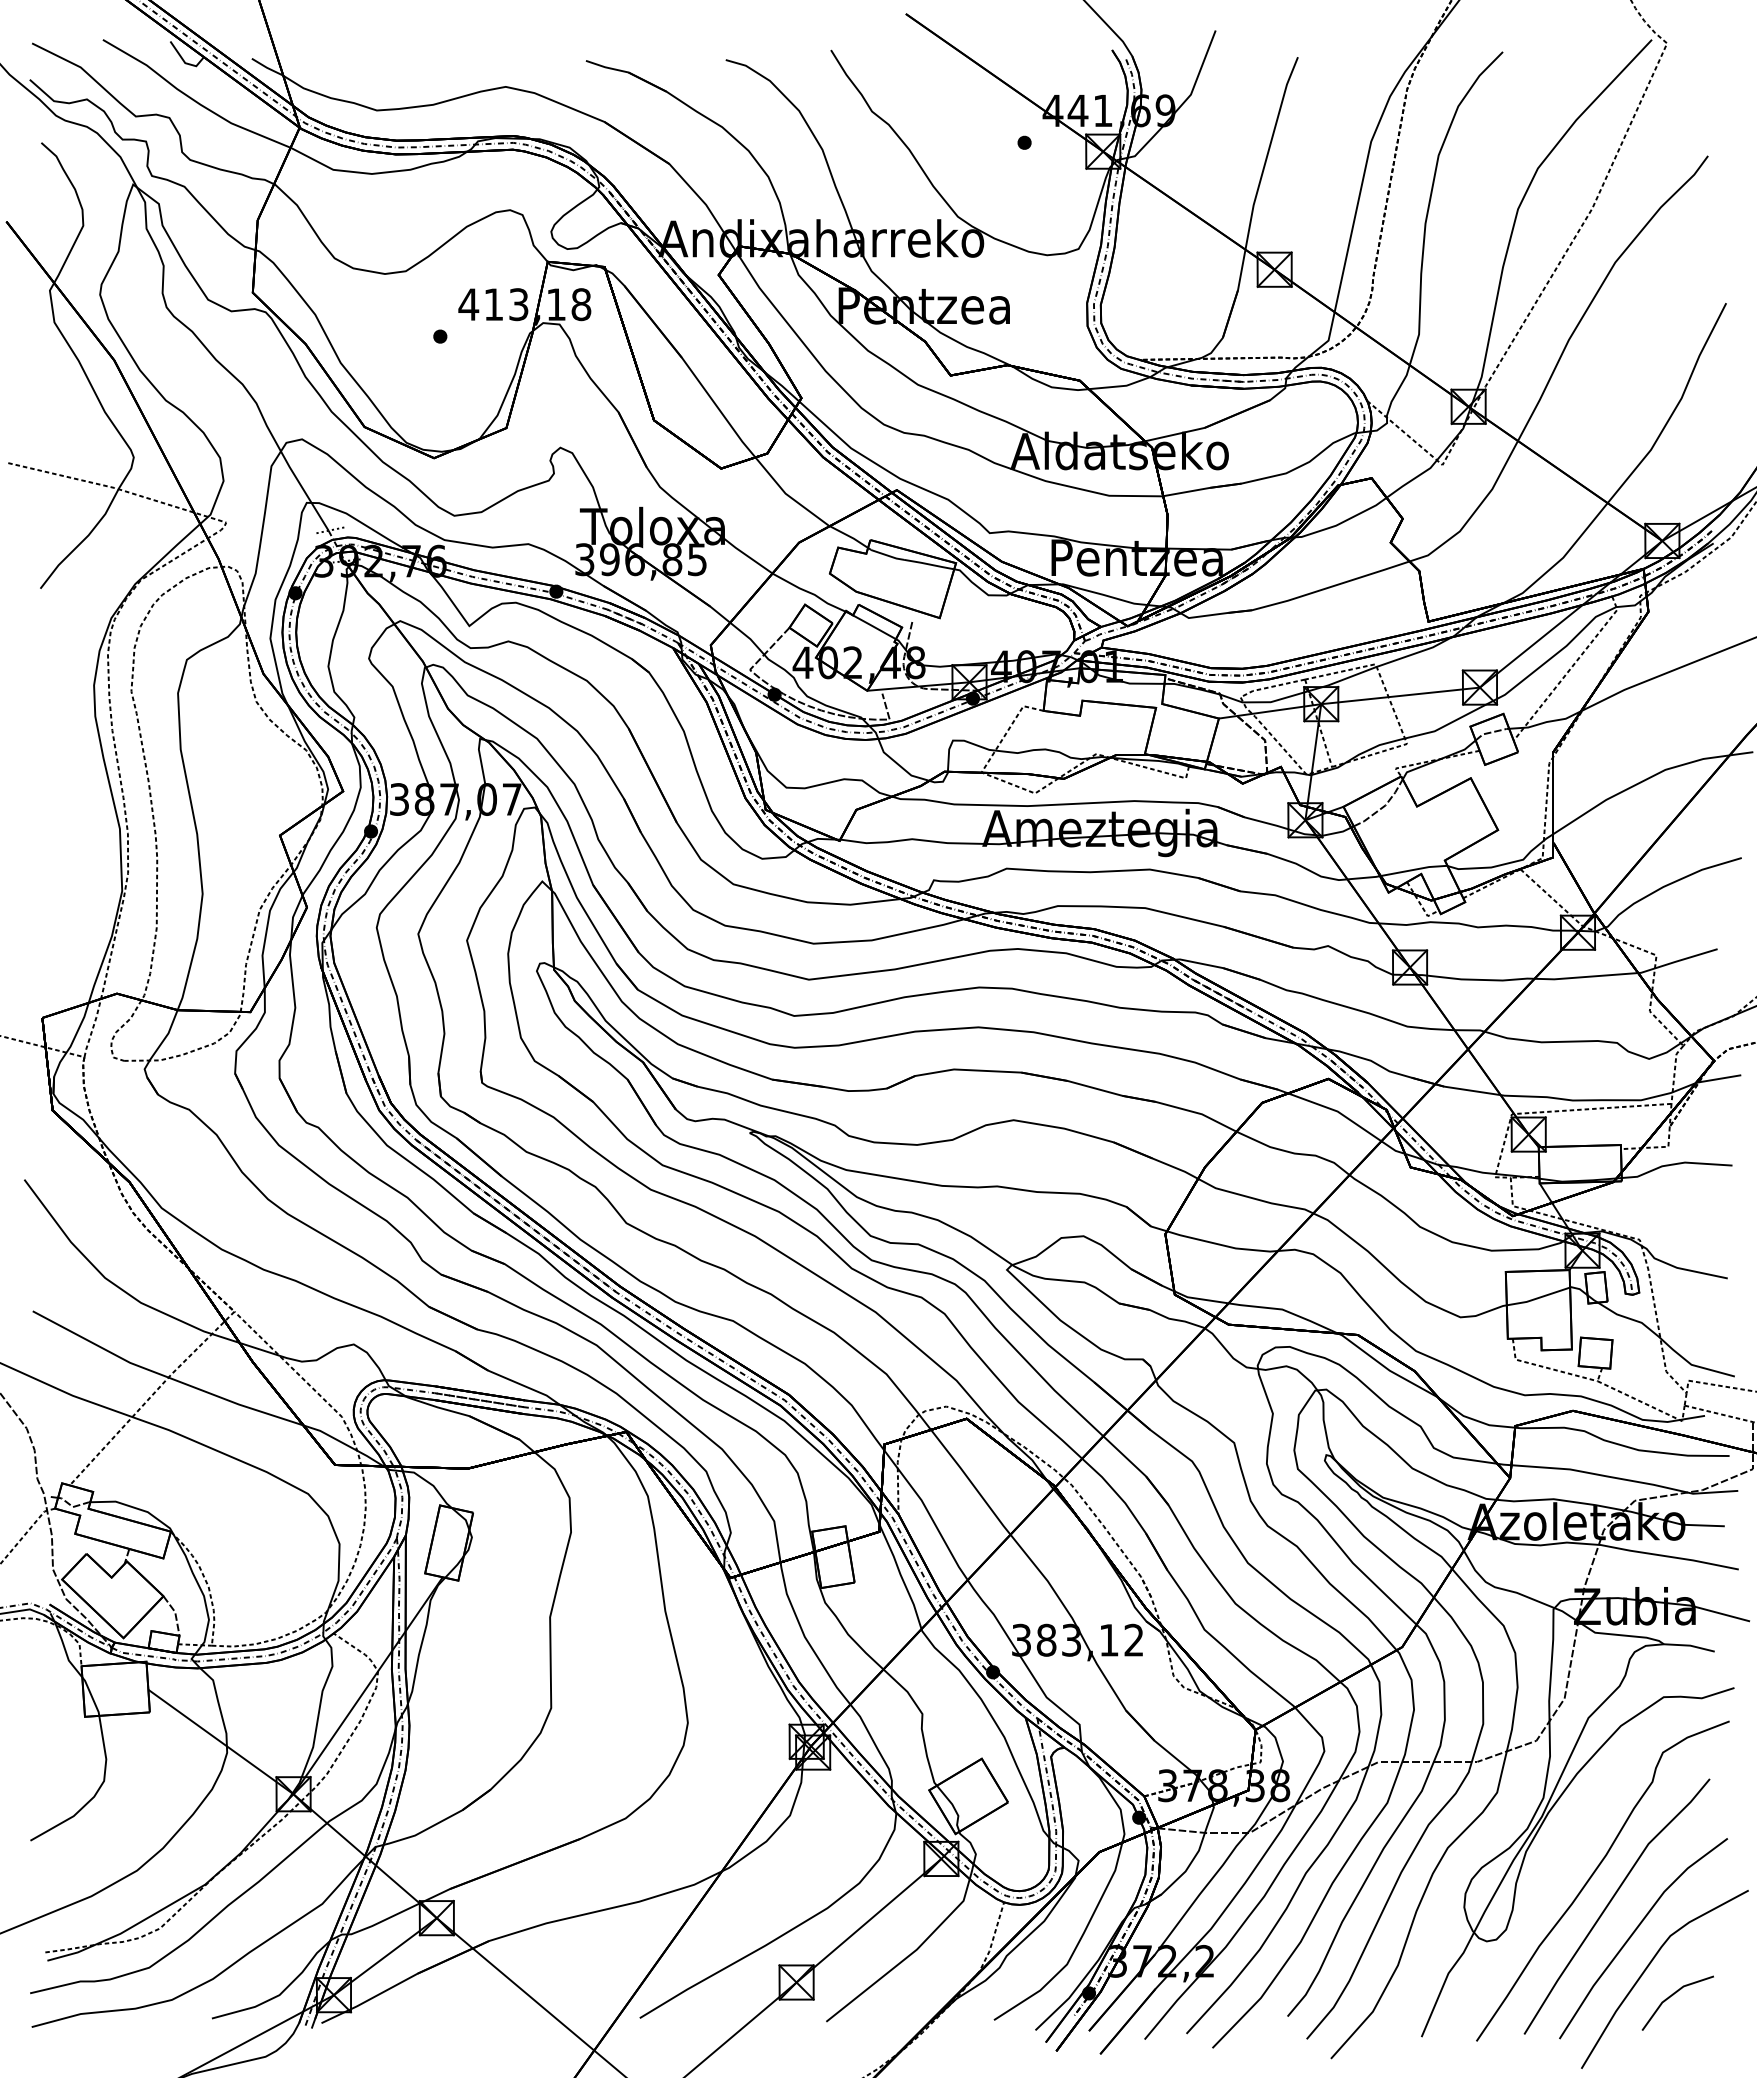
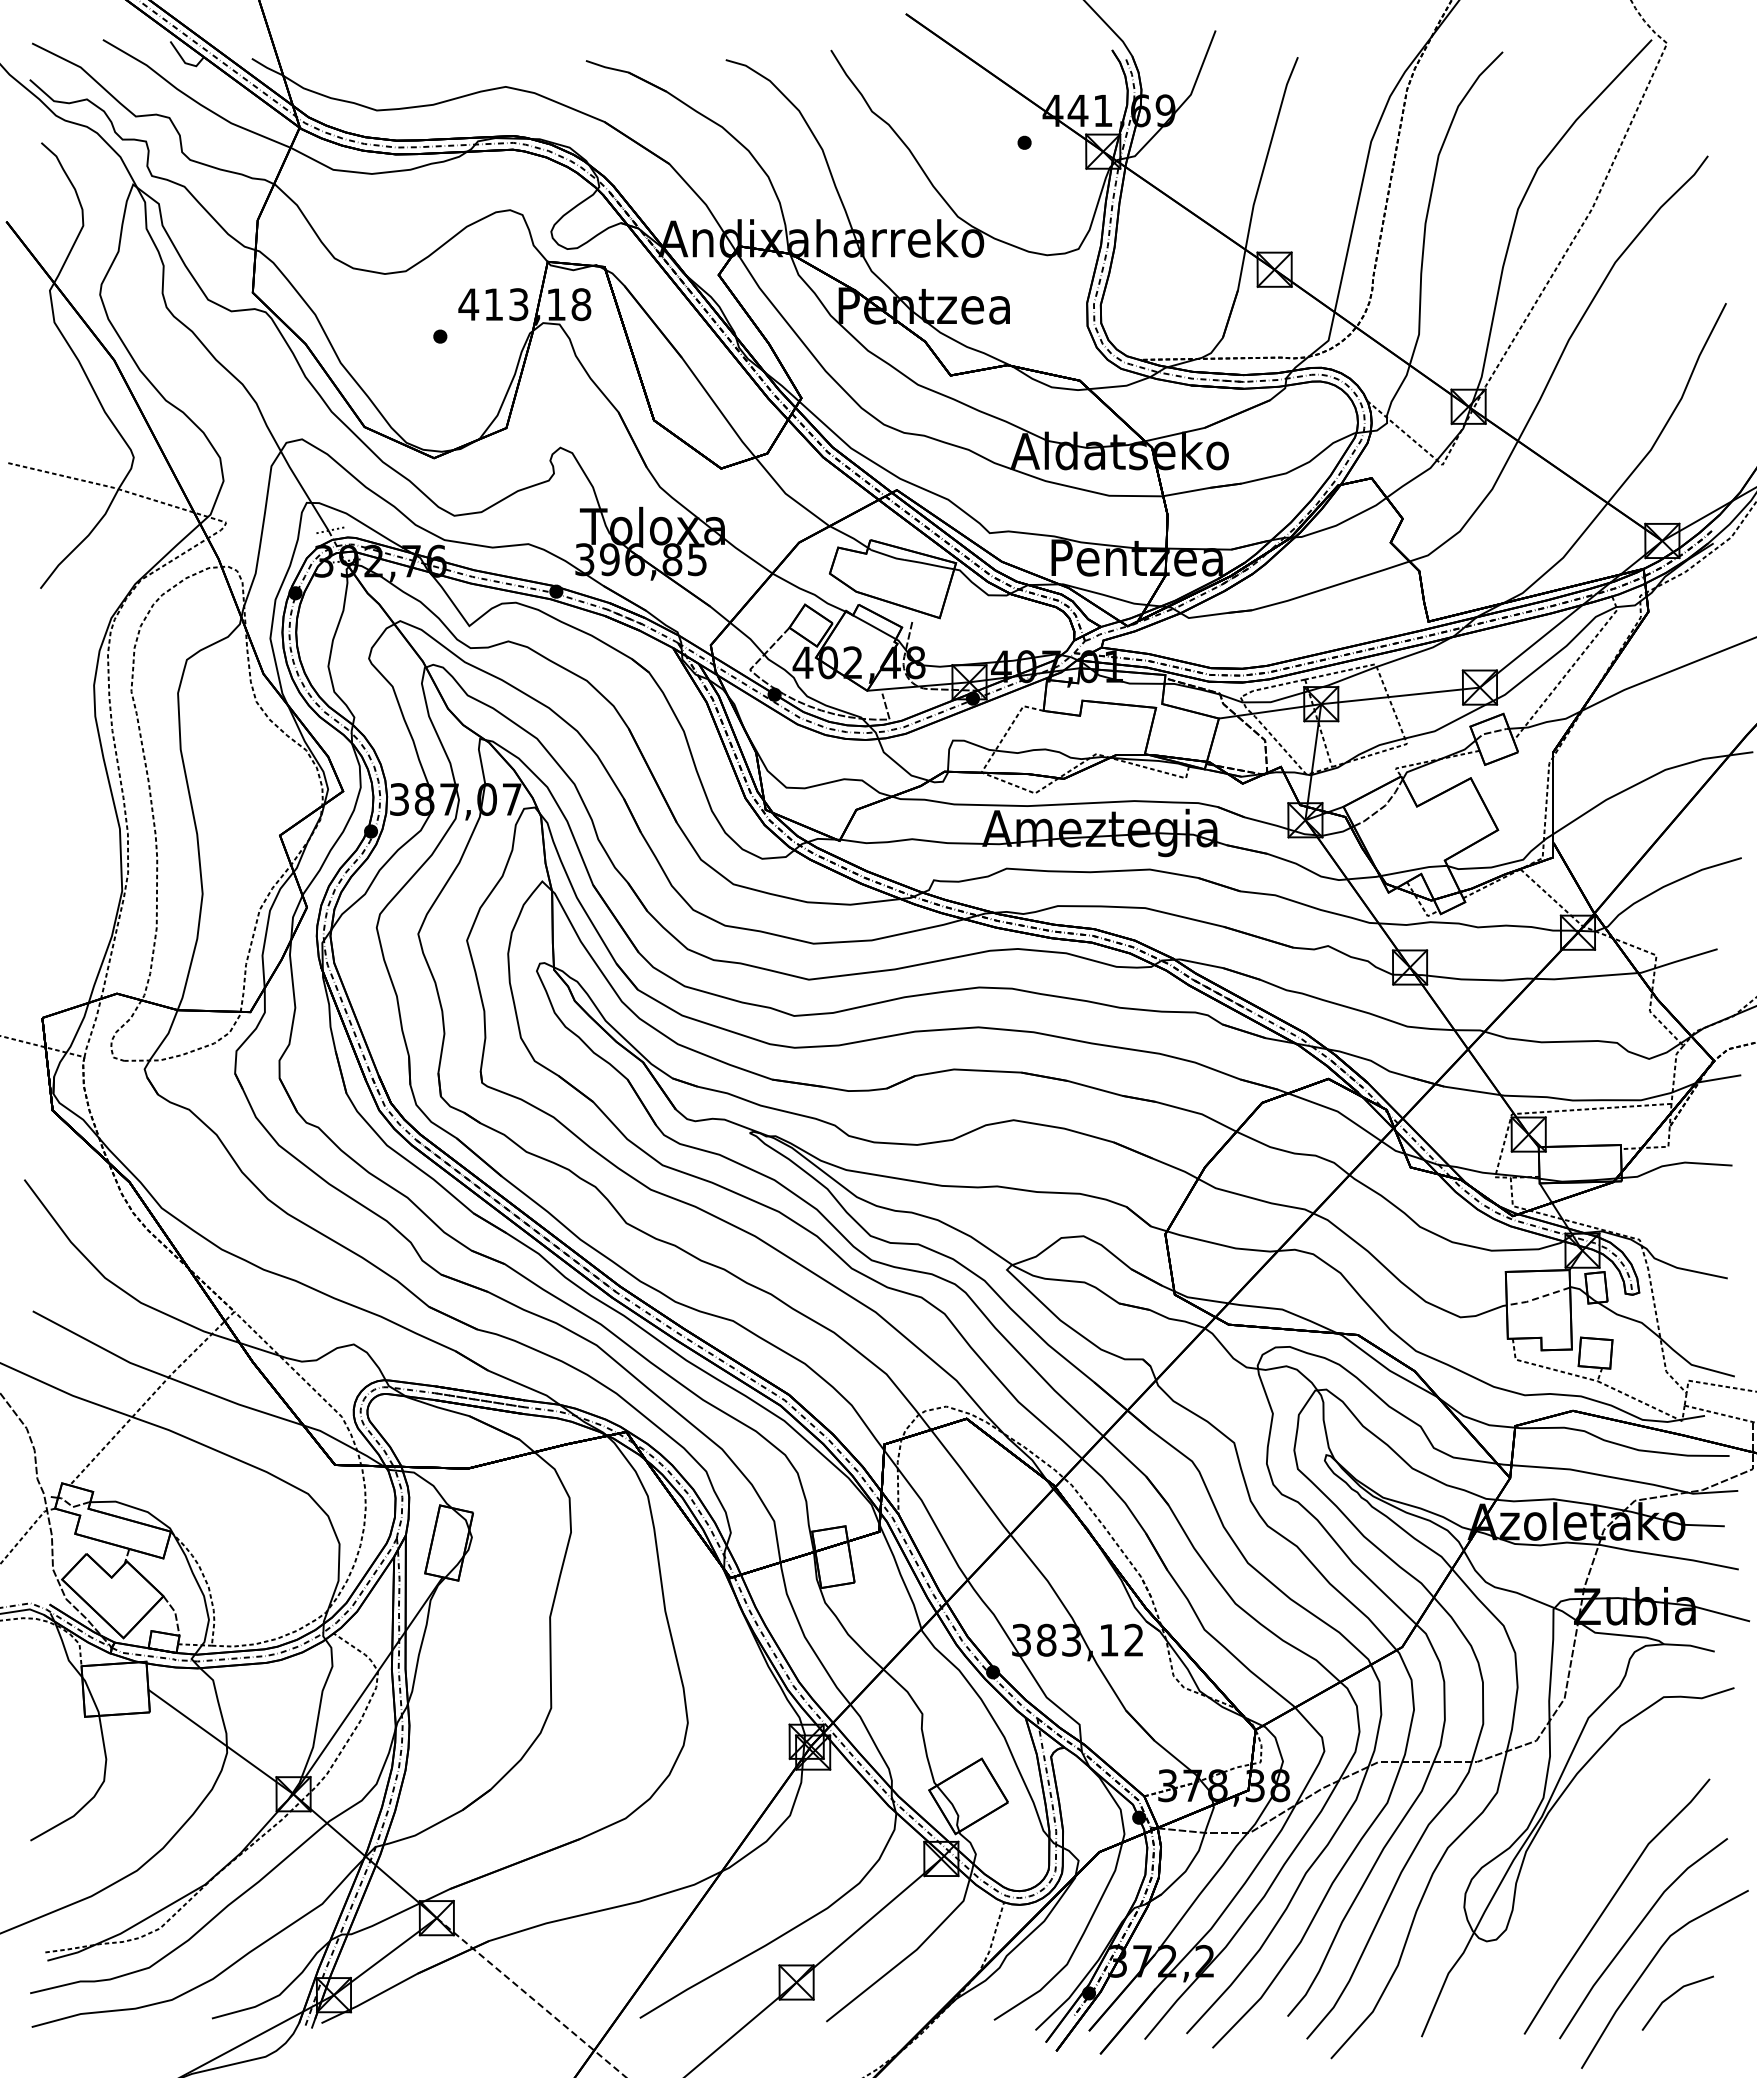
line at (1538, 1298): solid -> dashed
curve at (1593, 1875): present -> none
line at (531, 1997): solid -> dashed
